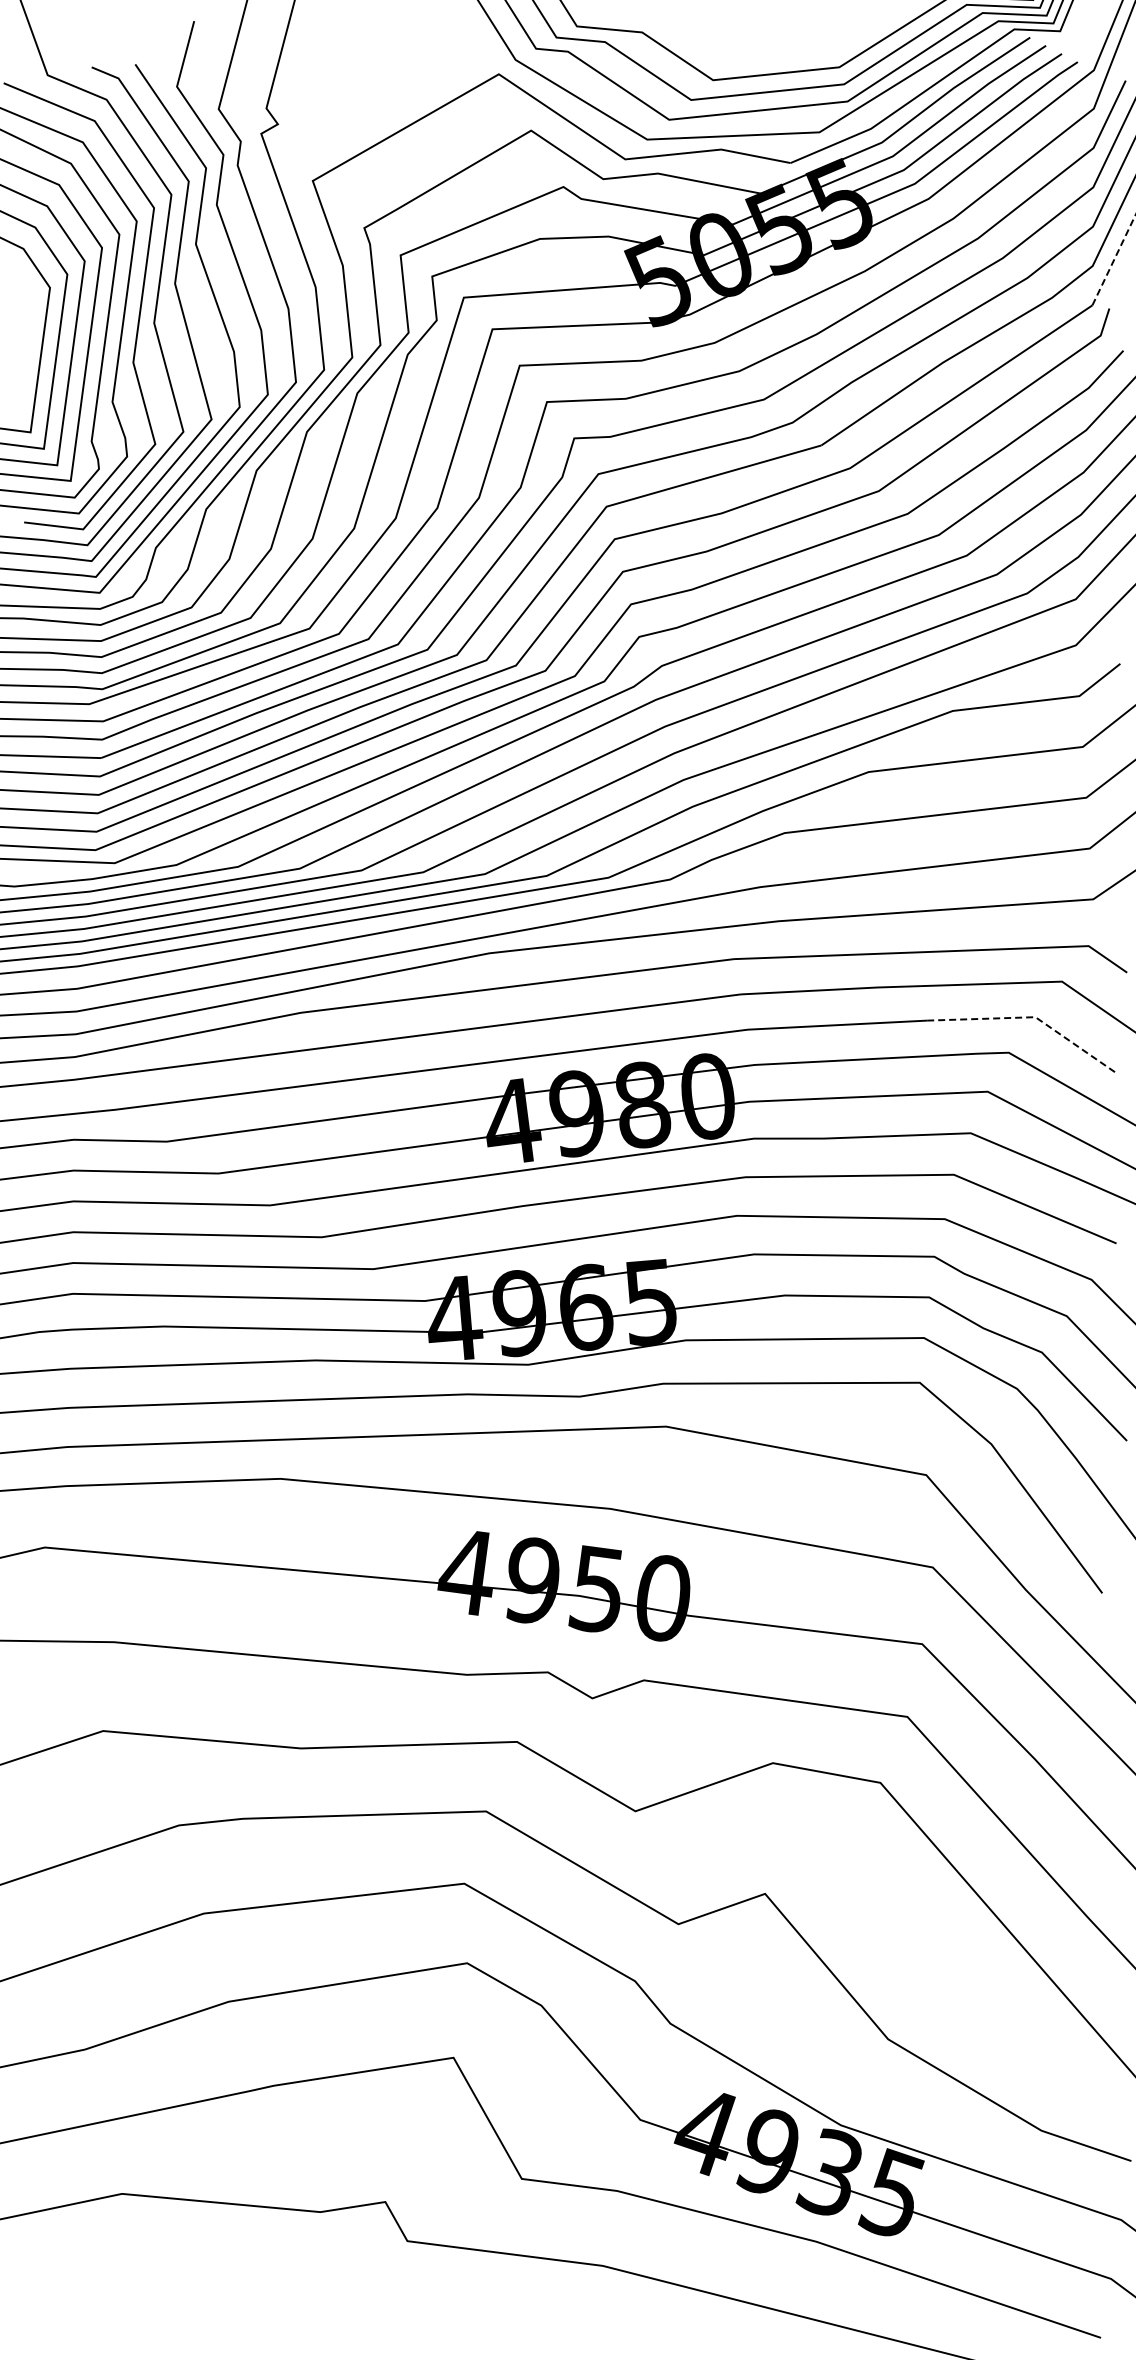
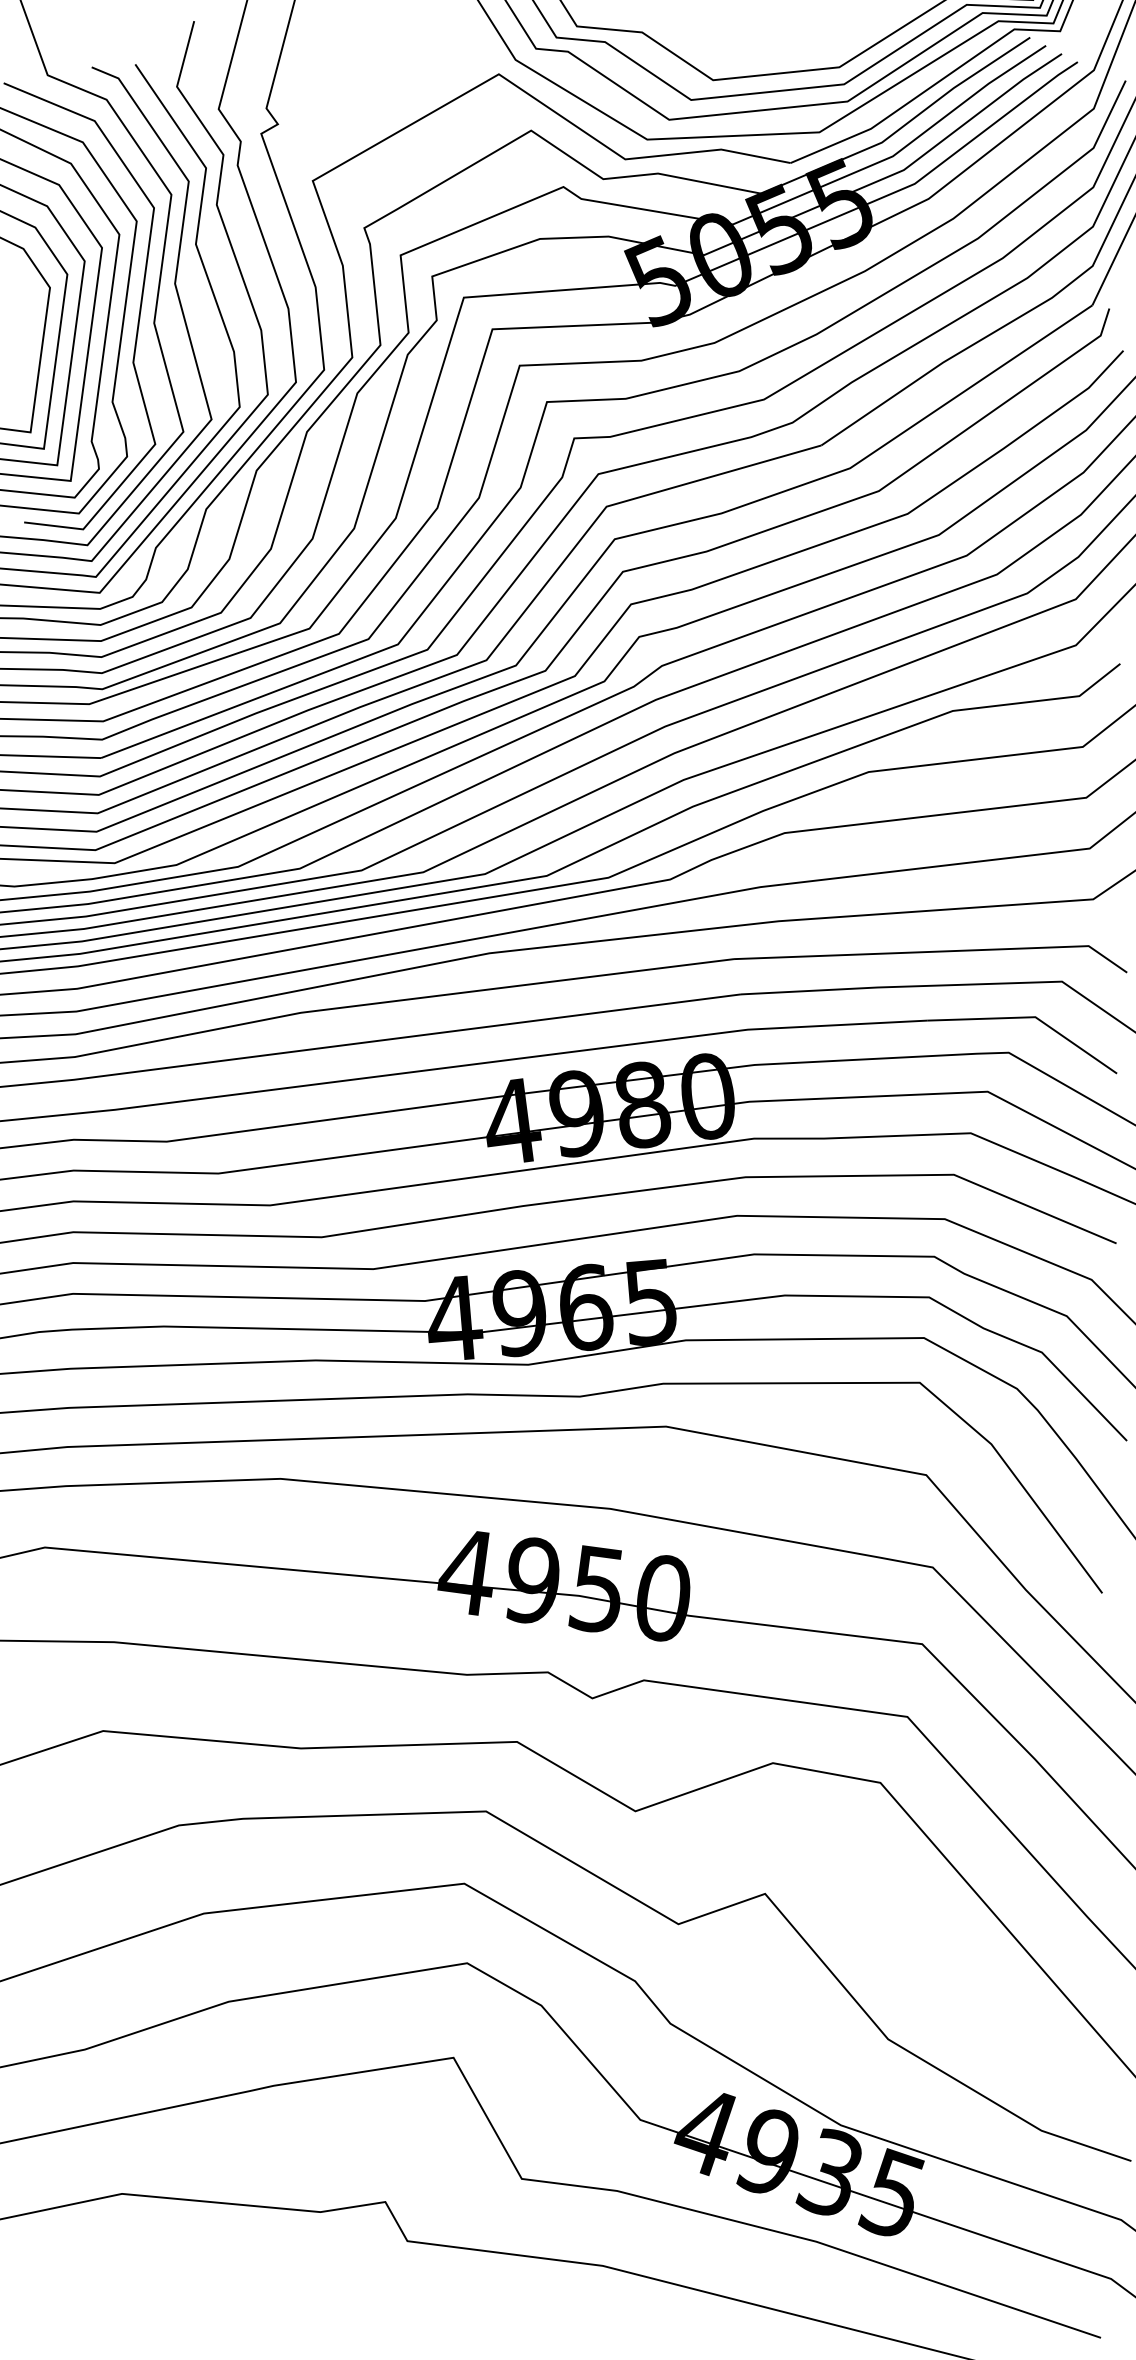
line at (1114, 259): dashed -> solid
line at (1031, 1017): dashed -> solid
